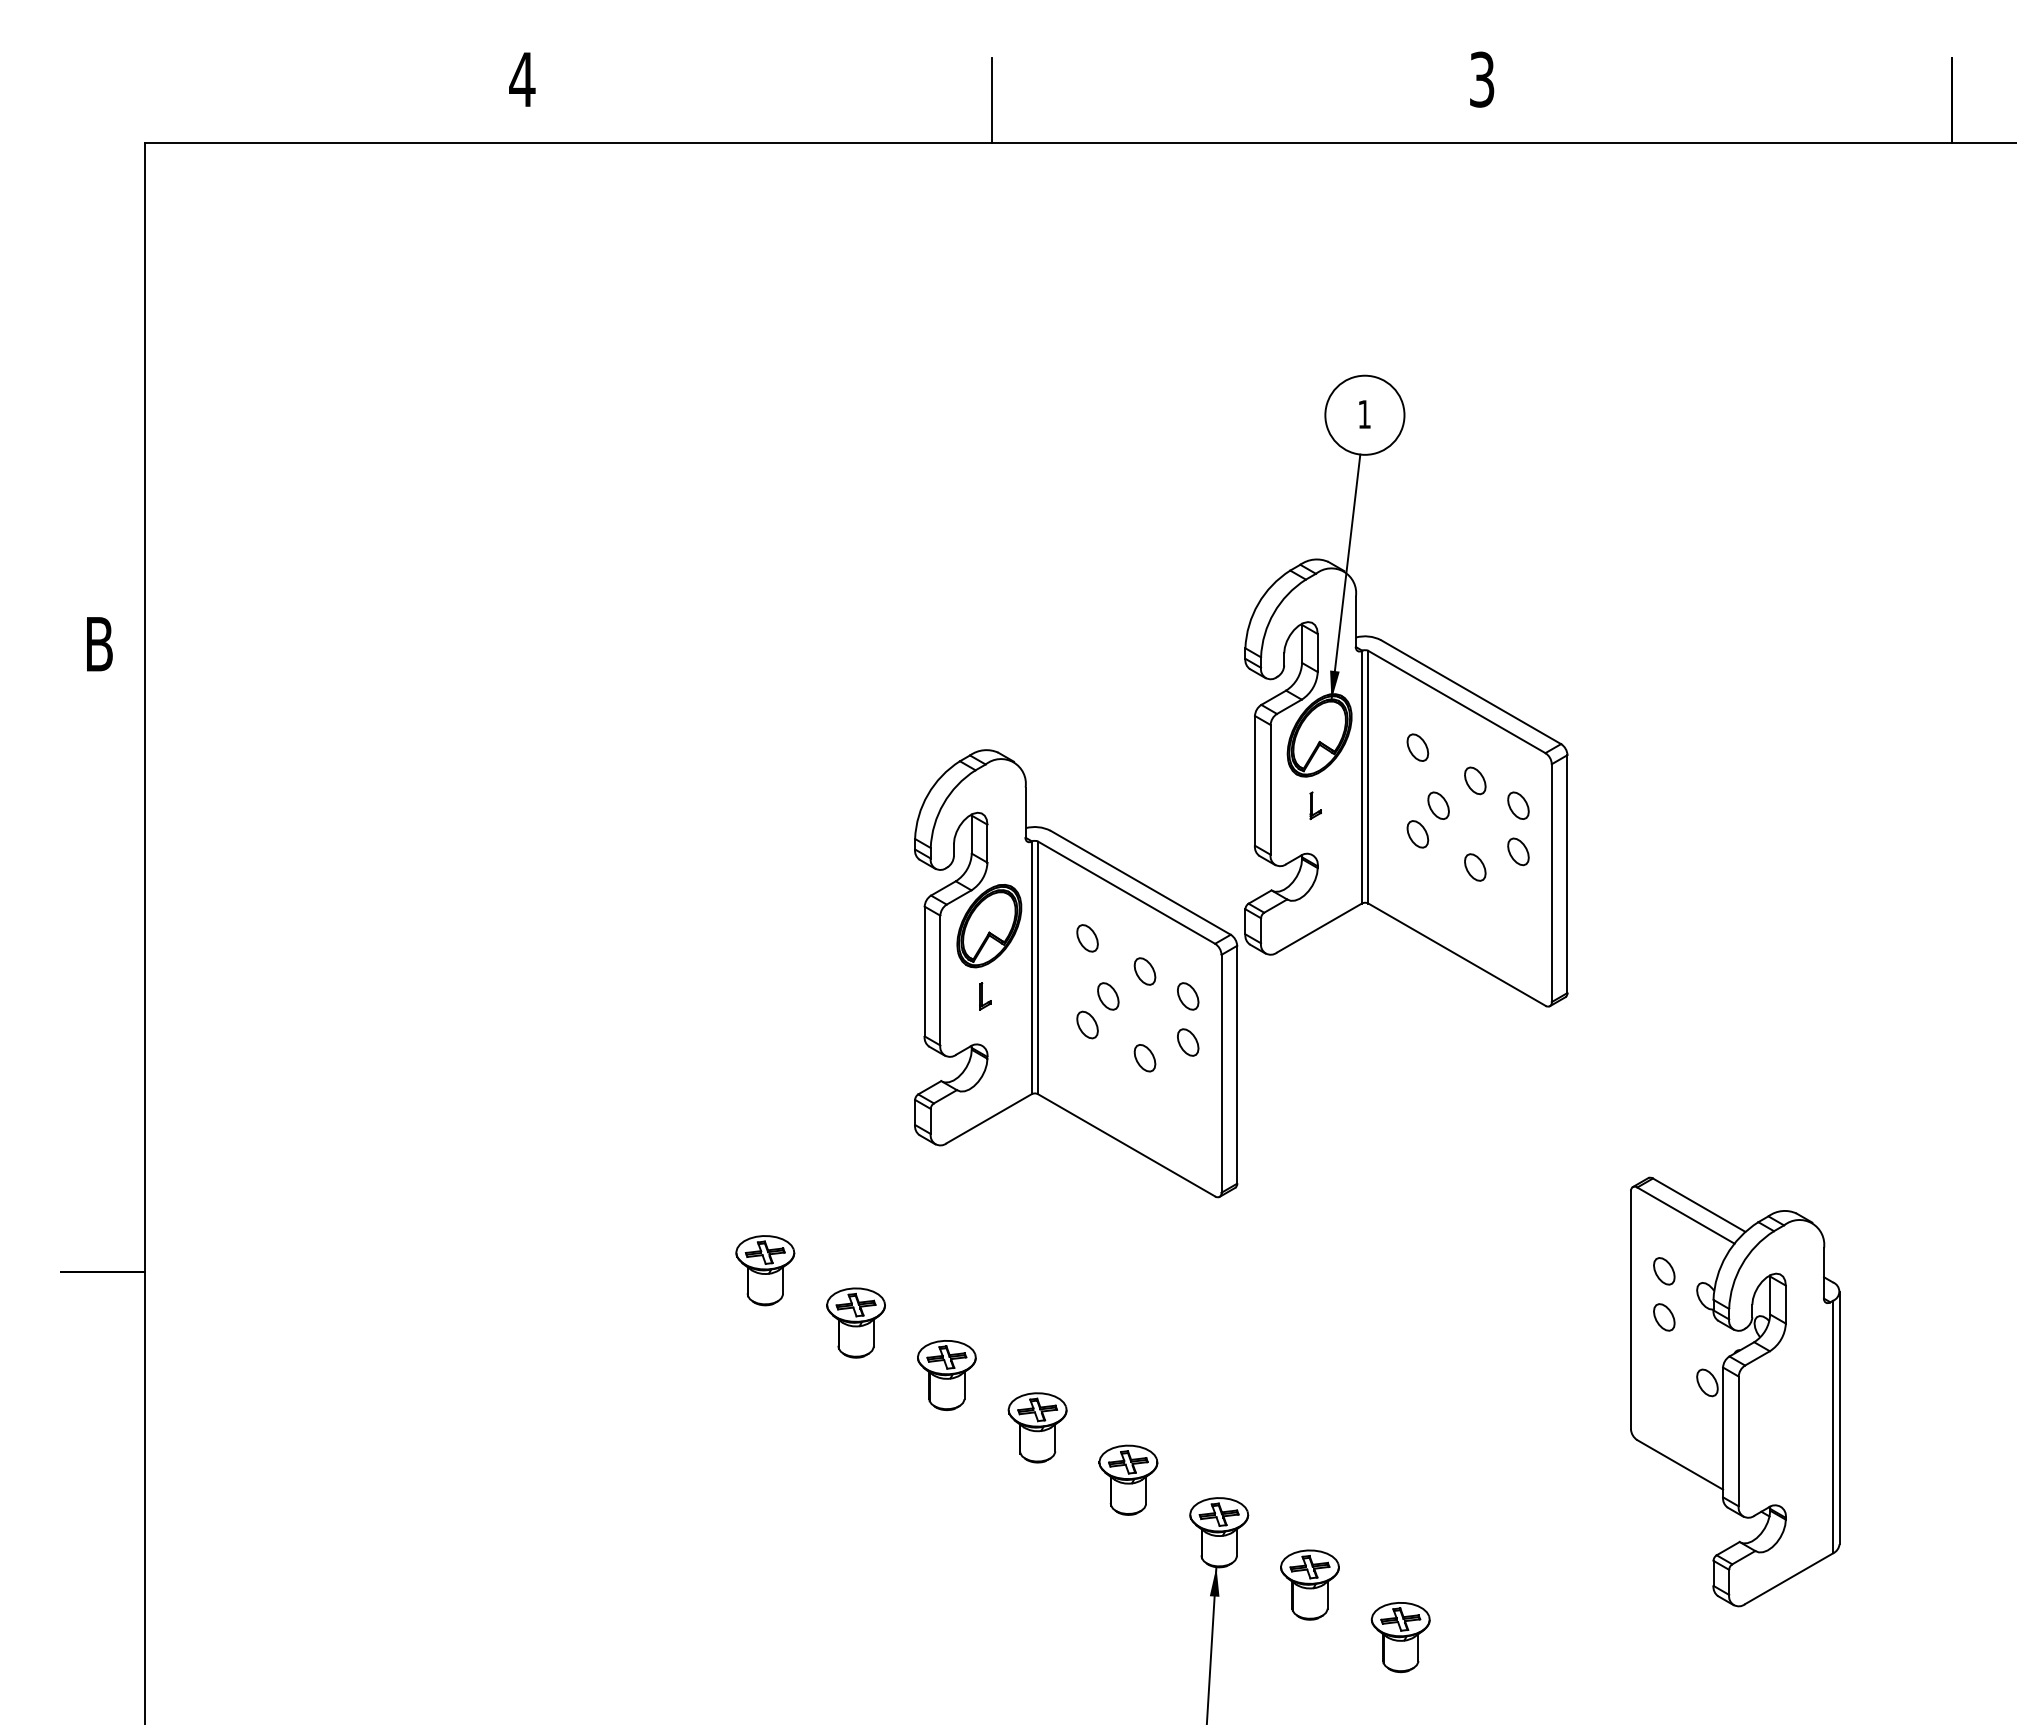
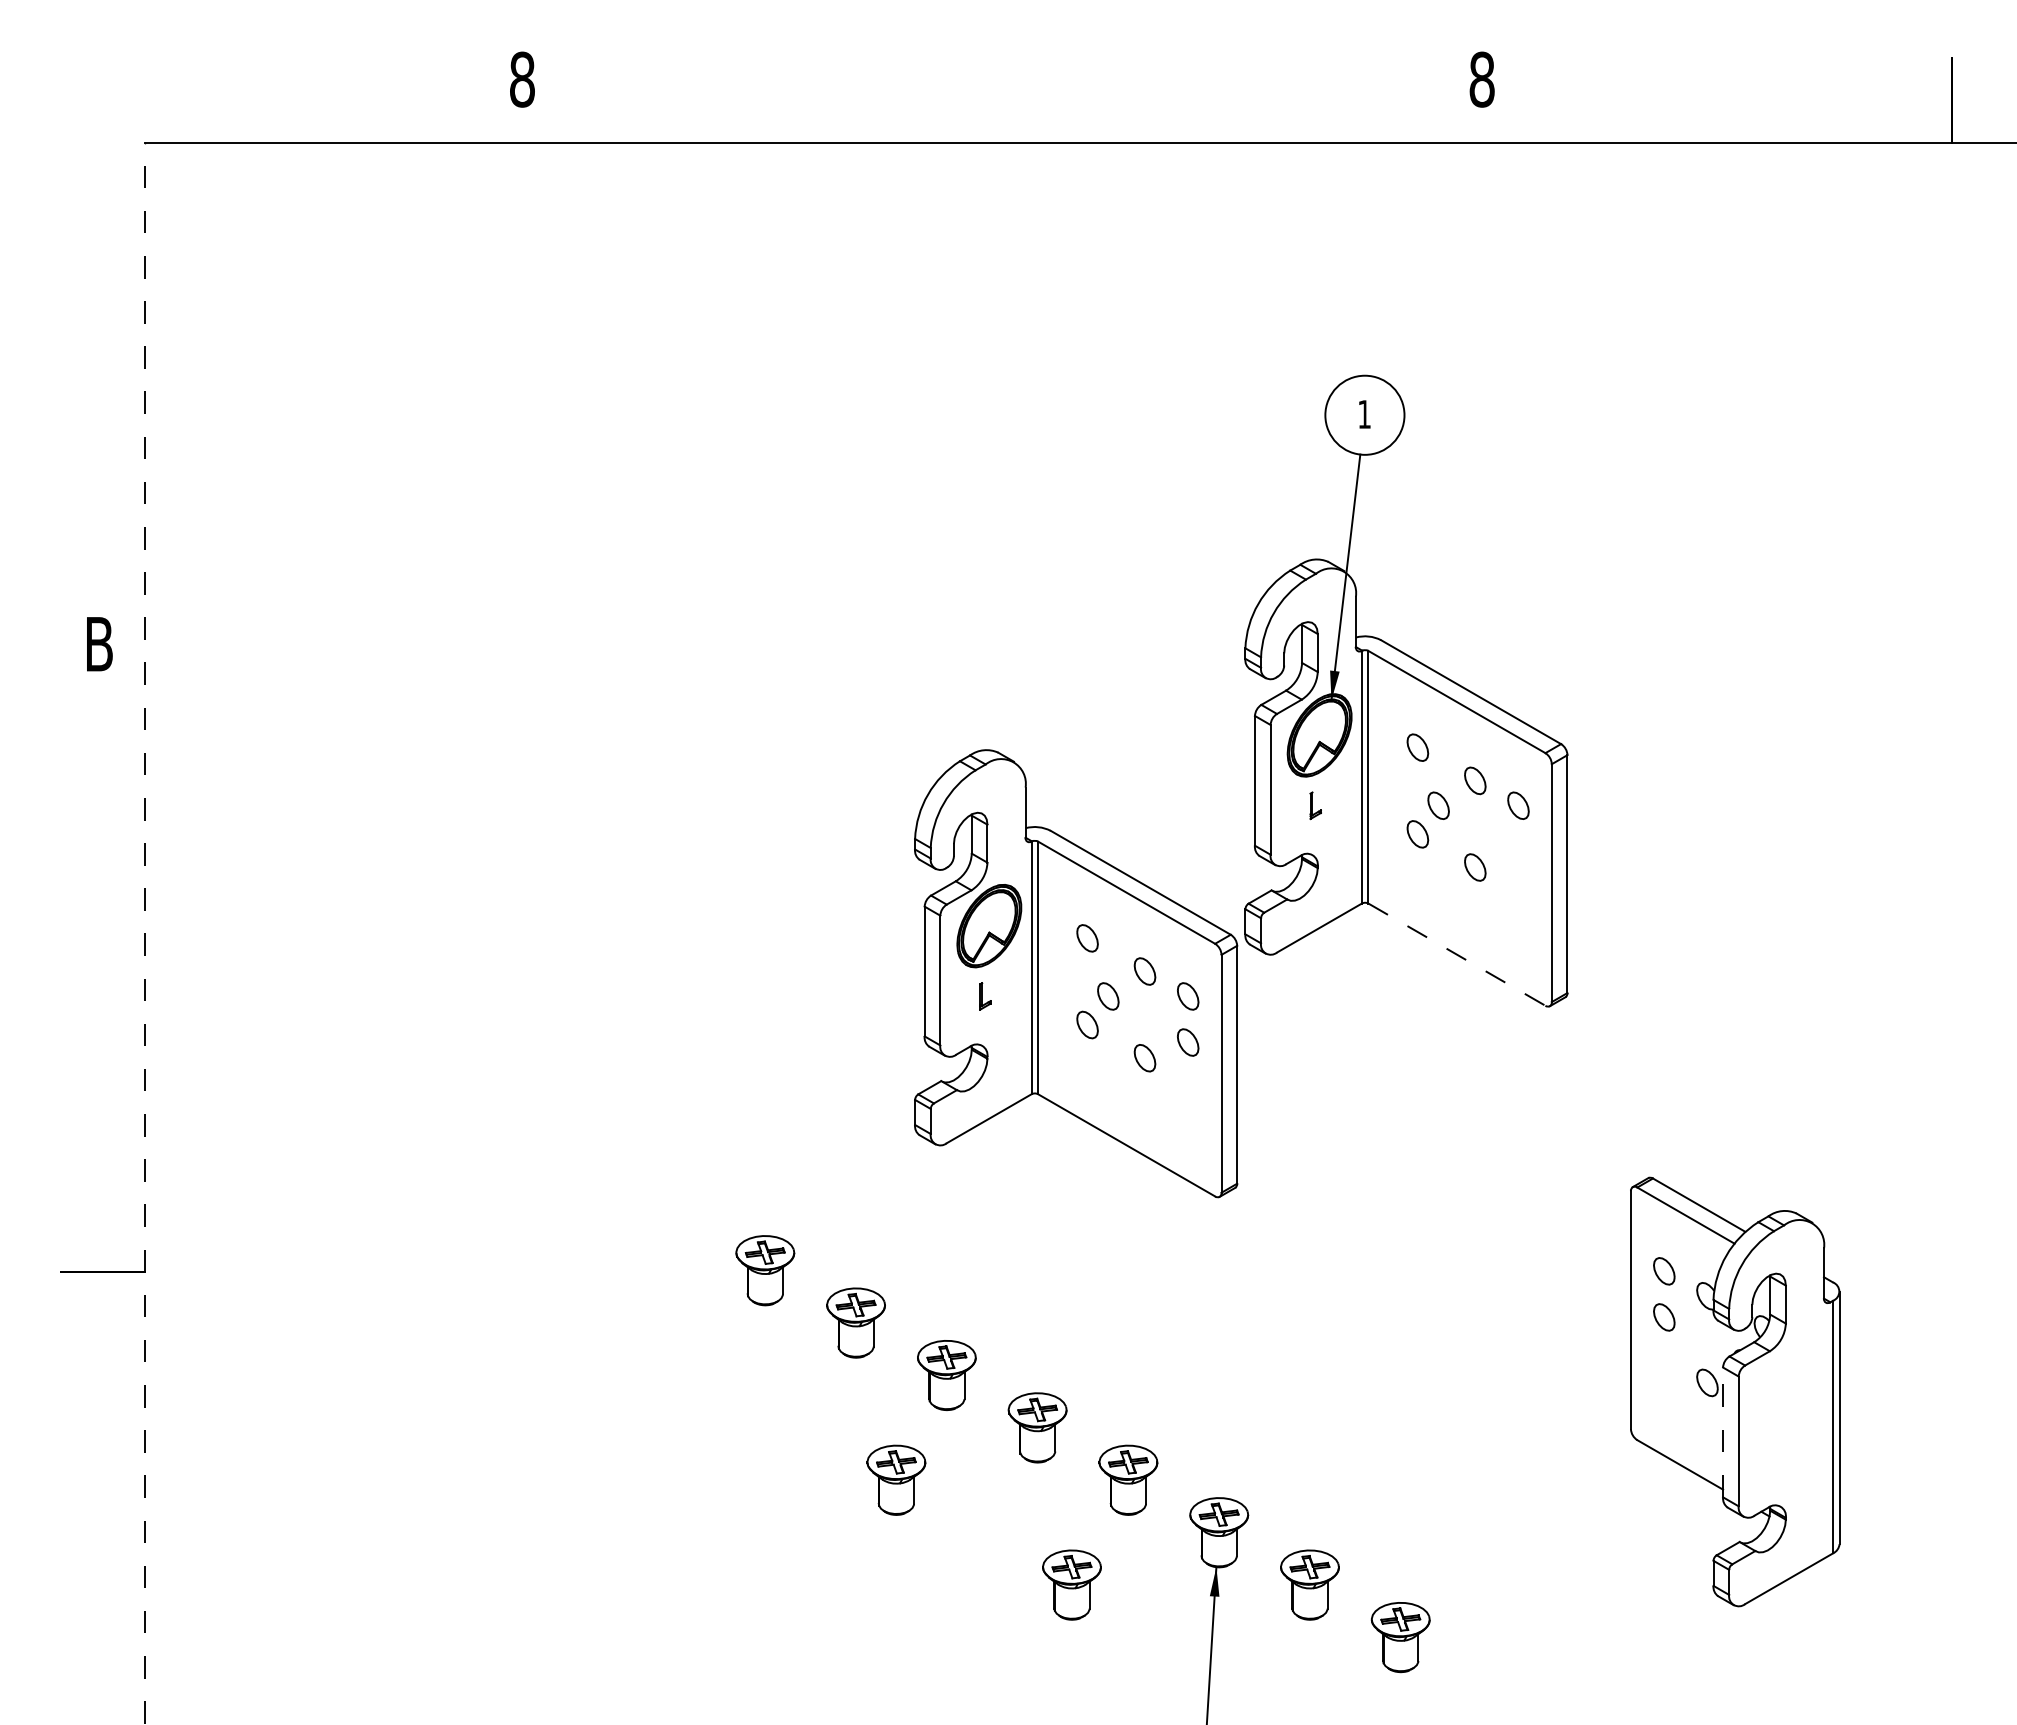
text at (522, 79): 4 -> 8
text at (1481, 79): 3 -> 8
line at (992, 100): present -> none
part at (1518, 851): present -> none
line at (145, 933): solid -> dashed
line at (1457, 954): solid -> dashed
line at (1723, 1432): solid -> dashed
part at (896, 1479): none -> present
part at (1071, 1584): none -> present
